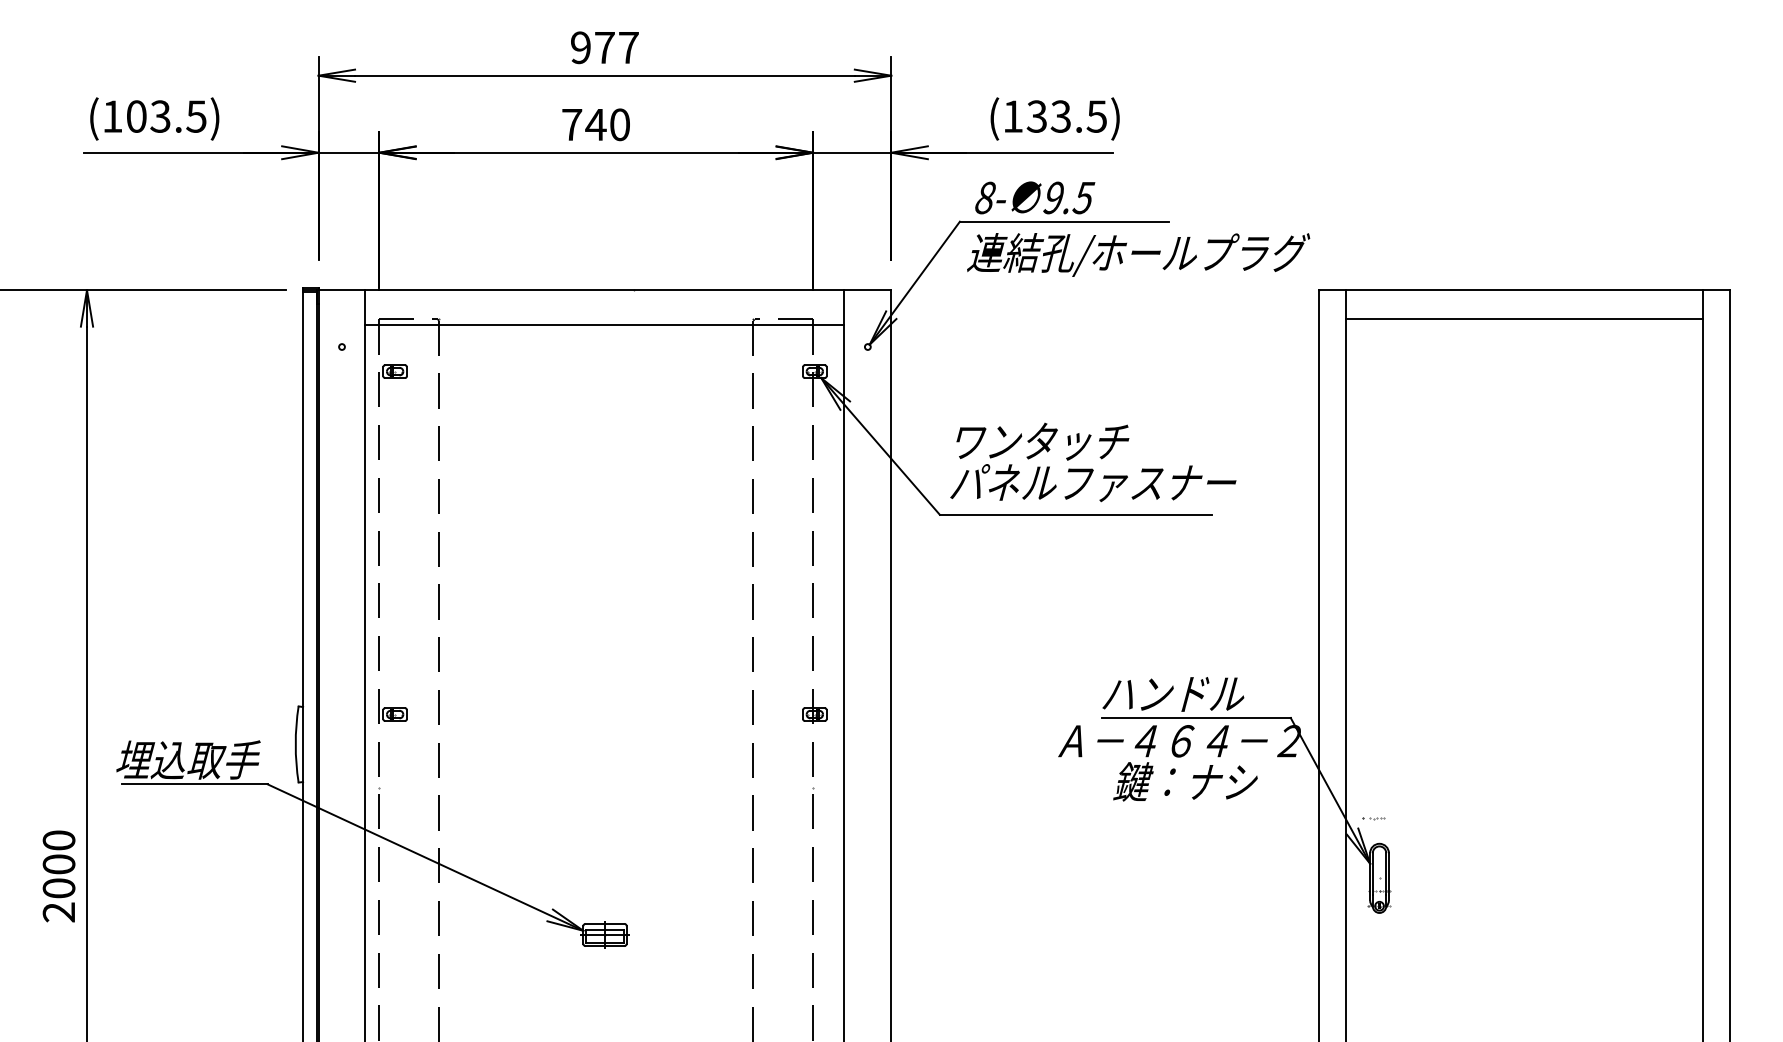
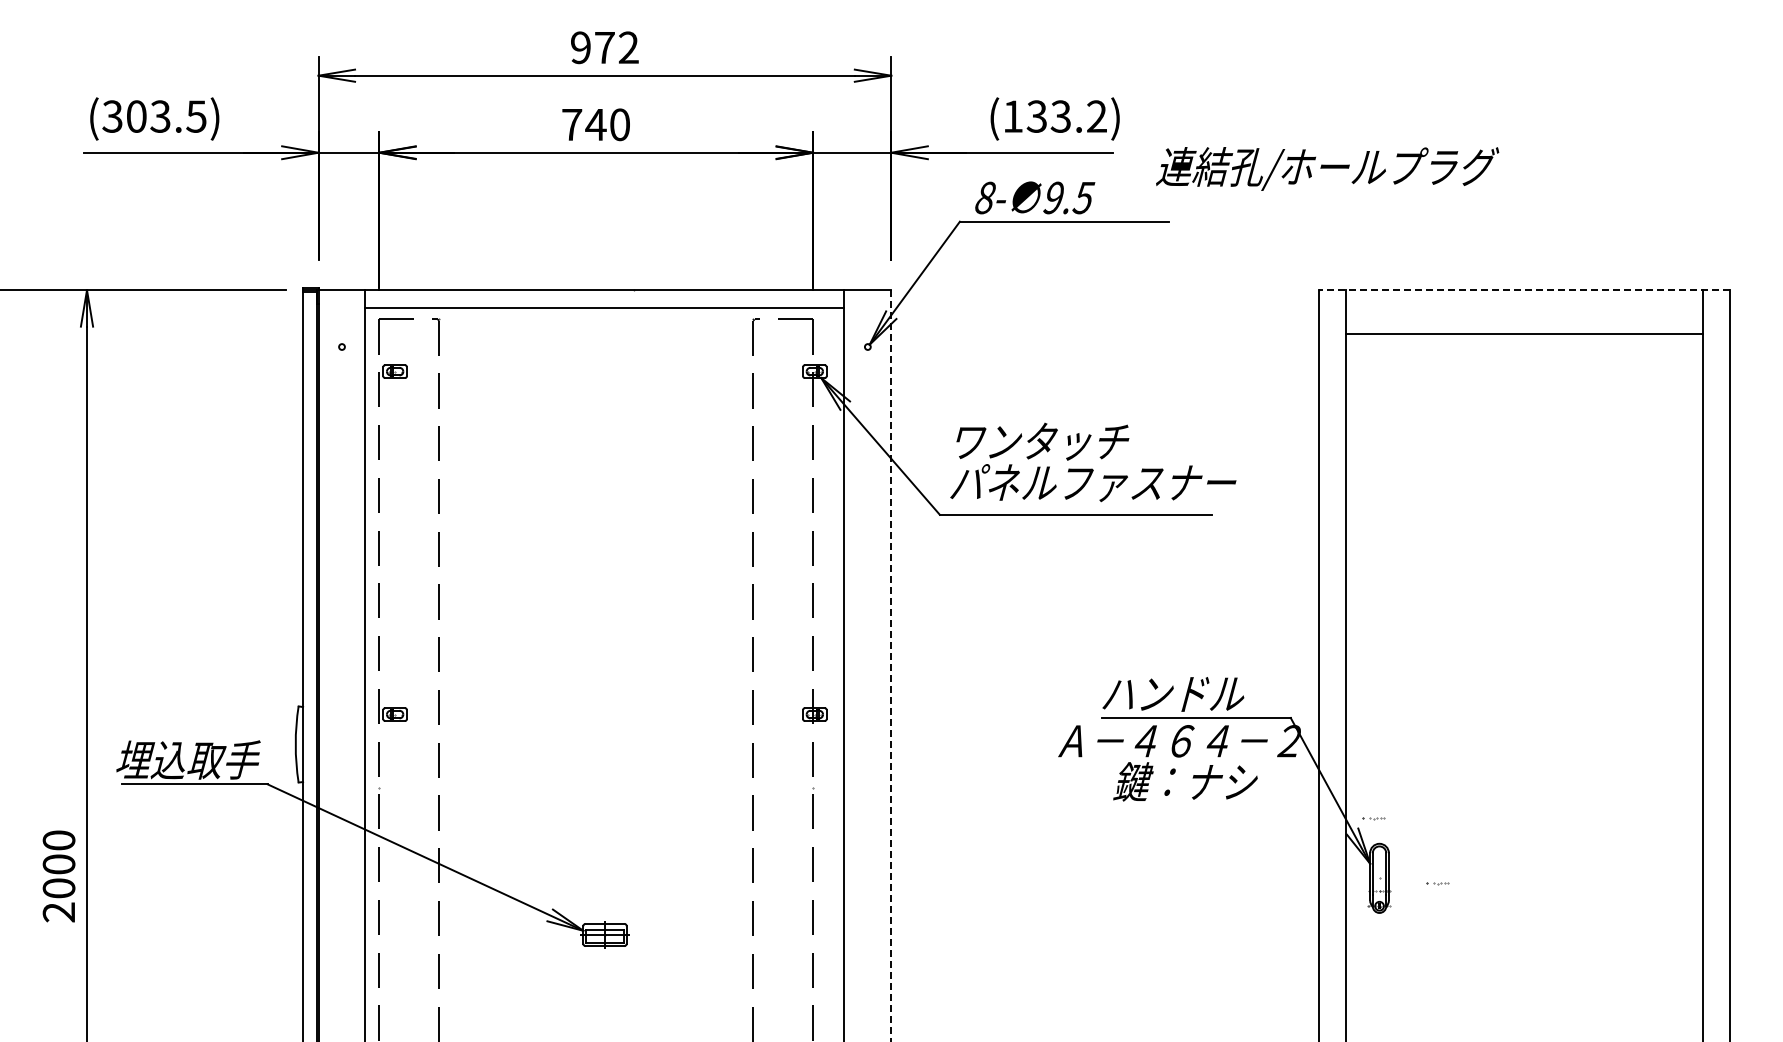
text at (628, 47): 977 -> 972
text at (112, 116): (103.5) -> (303.5)
text at (1096, 116): (133.5) -> (133.2)
text at (1138, 254) position: (1138, 254) -> (1327, 168)
line at (1523, 290): solid -> dashed
line at (1524, 319) position: (1524, 319) -> (1524, 334)
line at (604, 325) position: (604, 325) -> (604, 308)
line at (891, 665): solid -> dashed
part at (1437, 883): none -> present
